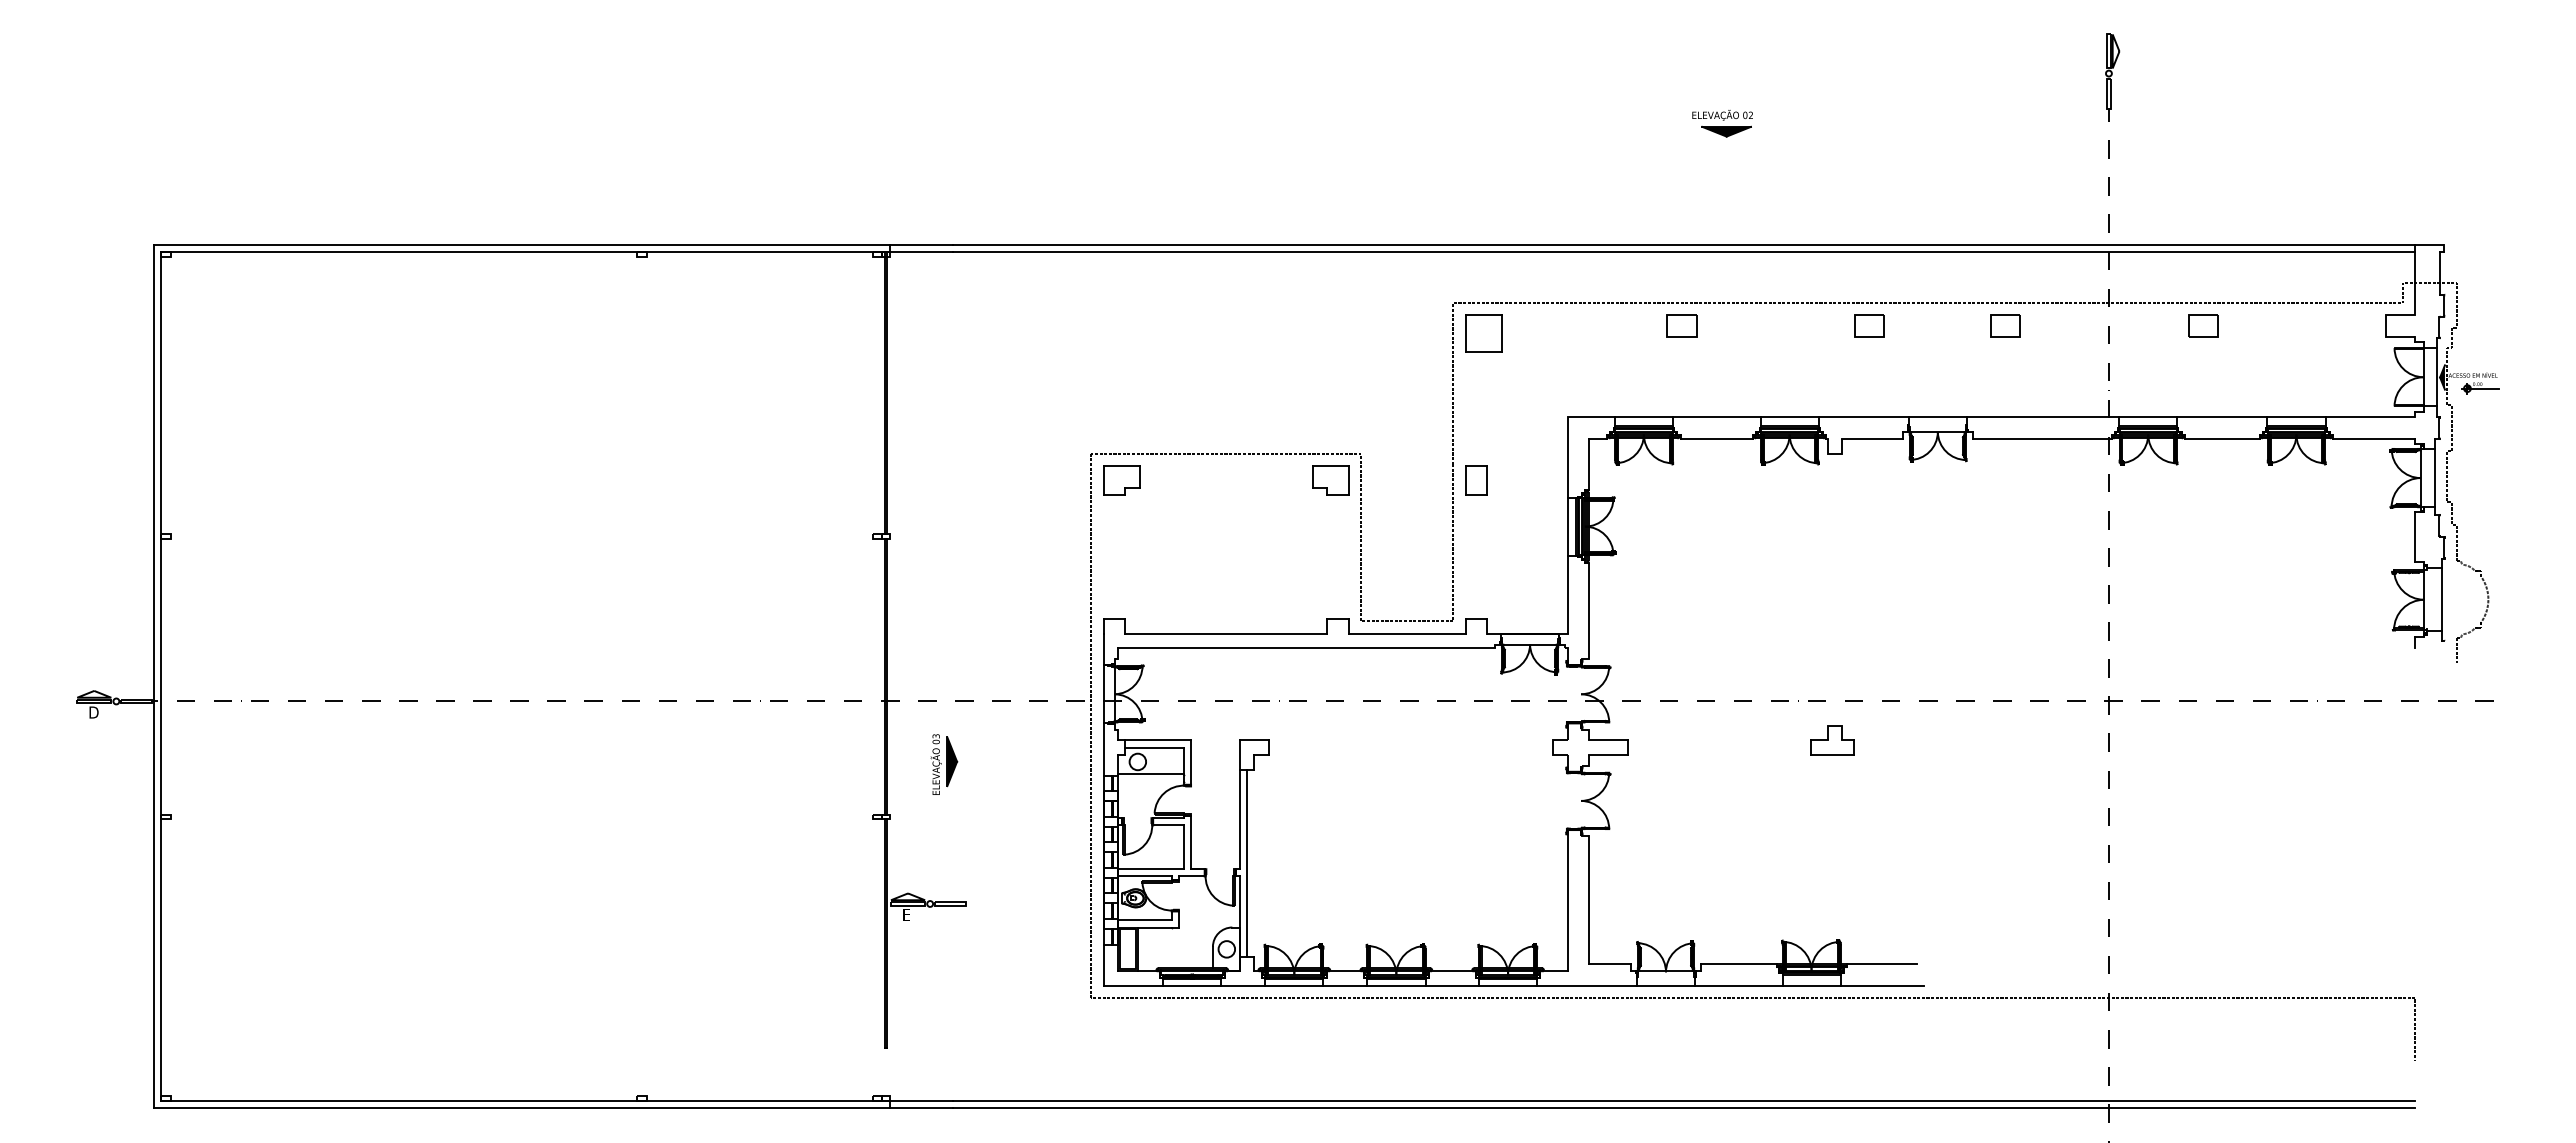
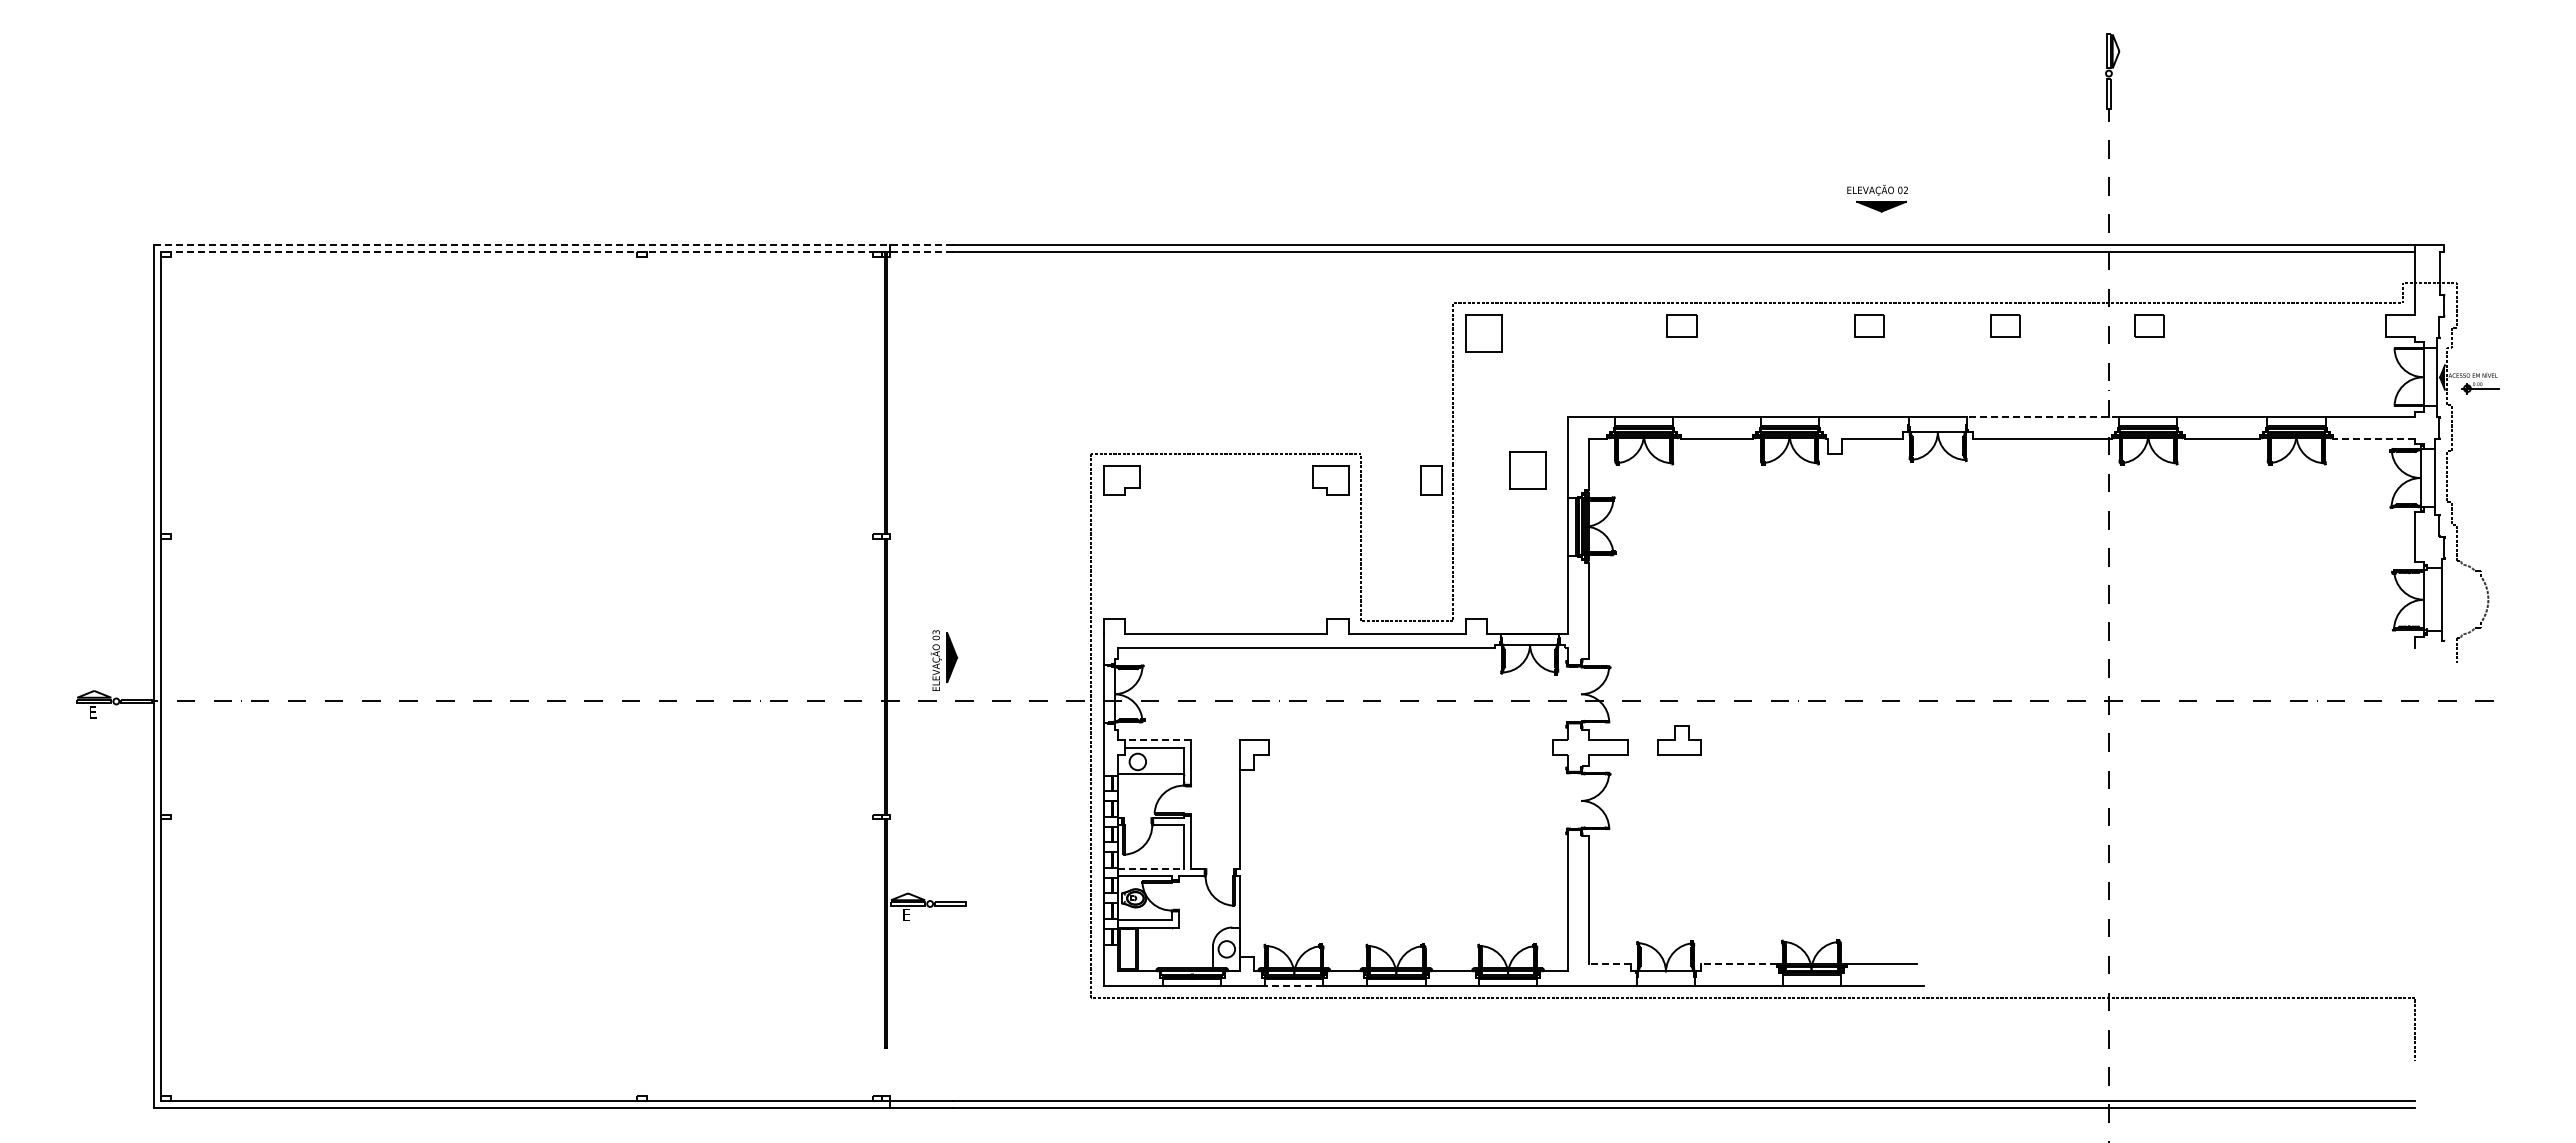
part at (1722, 123) position: (1722, 123) -> (1877, 198)
line at (553, 244): solid -> dashed
line at (556, 252): solid -> dashed
part at (2203, 325) position: (2203, 325) -> (2149, 325)
line at (2042, 417): solid -> dashed
line at (2373, 439): solid -> dashed
part at (1527, 470): none -> present
part at (1476, 480) position: (1476, 480) -> (1431, 480)
text at (93, 712): D -> E
line at (1158, 740): solid -> dashed
part at (1832, 740) position: (1832, 740) -> (1679, 740)
part at (944, 764) position: (944, 764) -> (944, 660)
line at (1246, 862): present -> none
line at (1150, 869): solid -> dashed
line at (1610, 963): solid -> dashed
line at (1738, 963): solid -> dashed
line at (1293, 985): solid -> dashed
